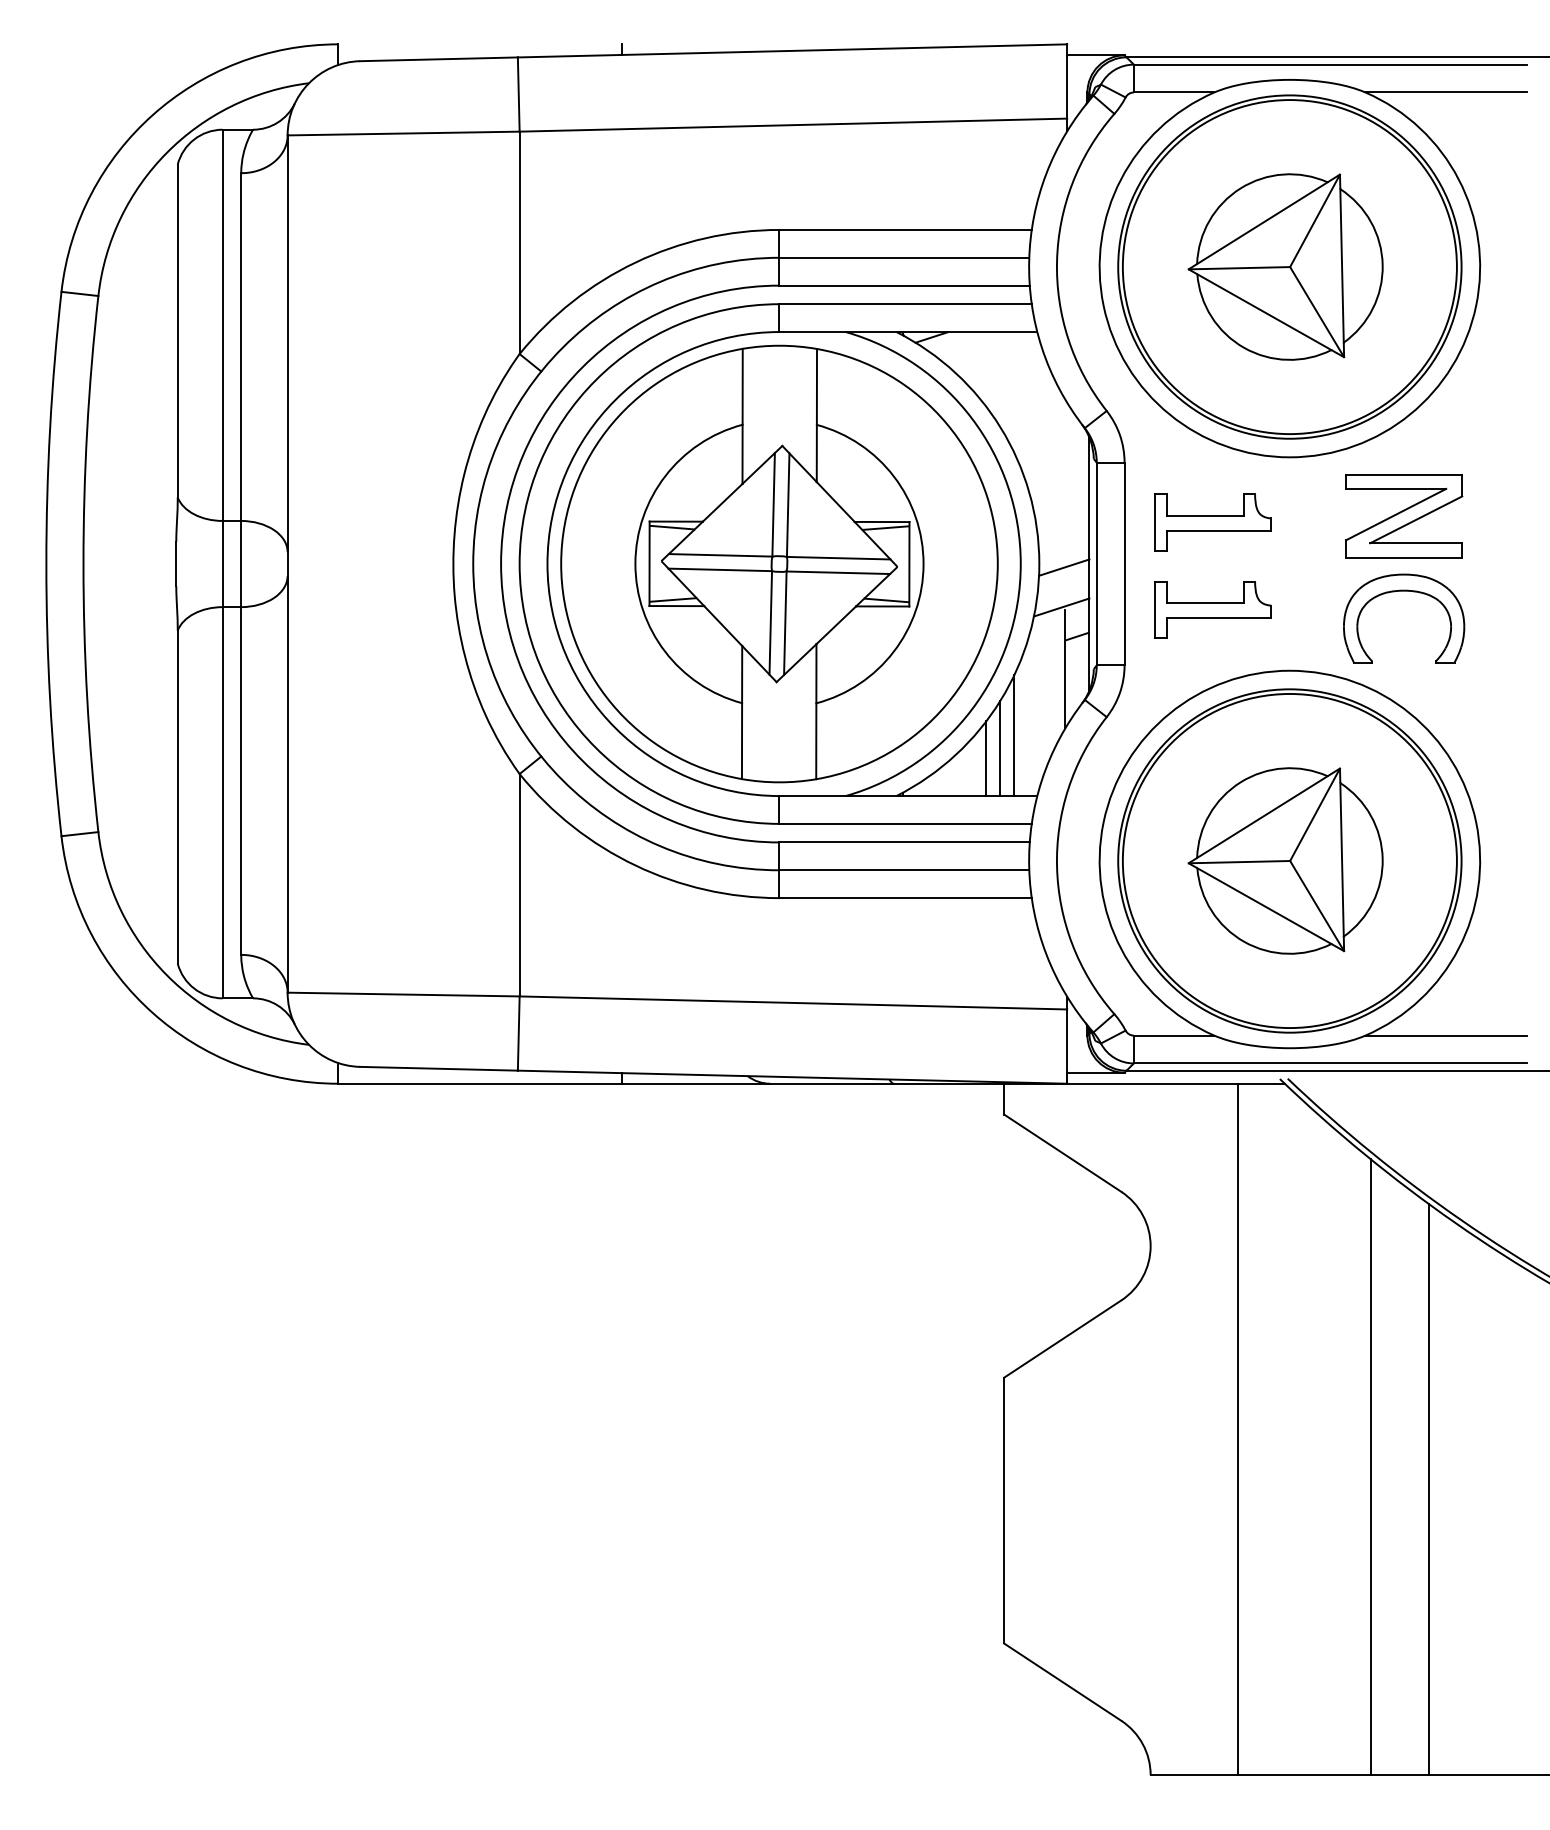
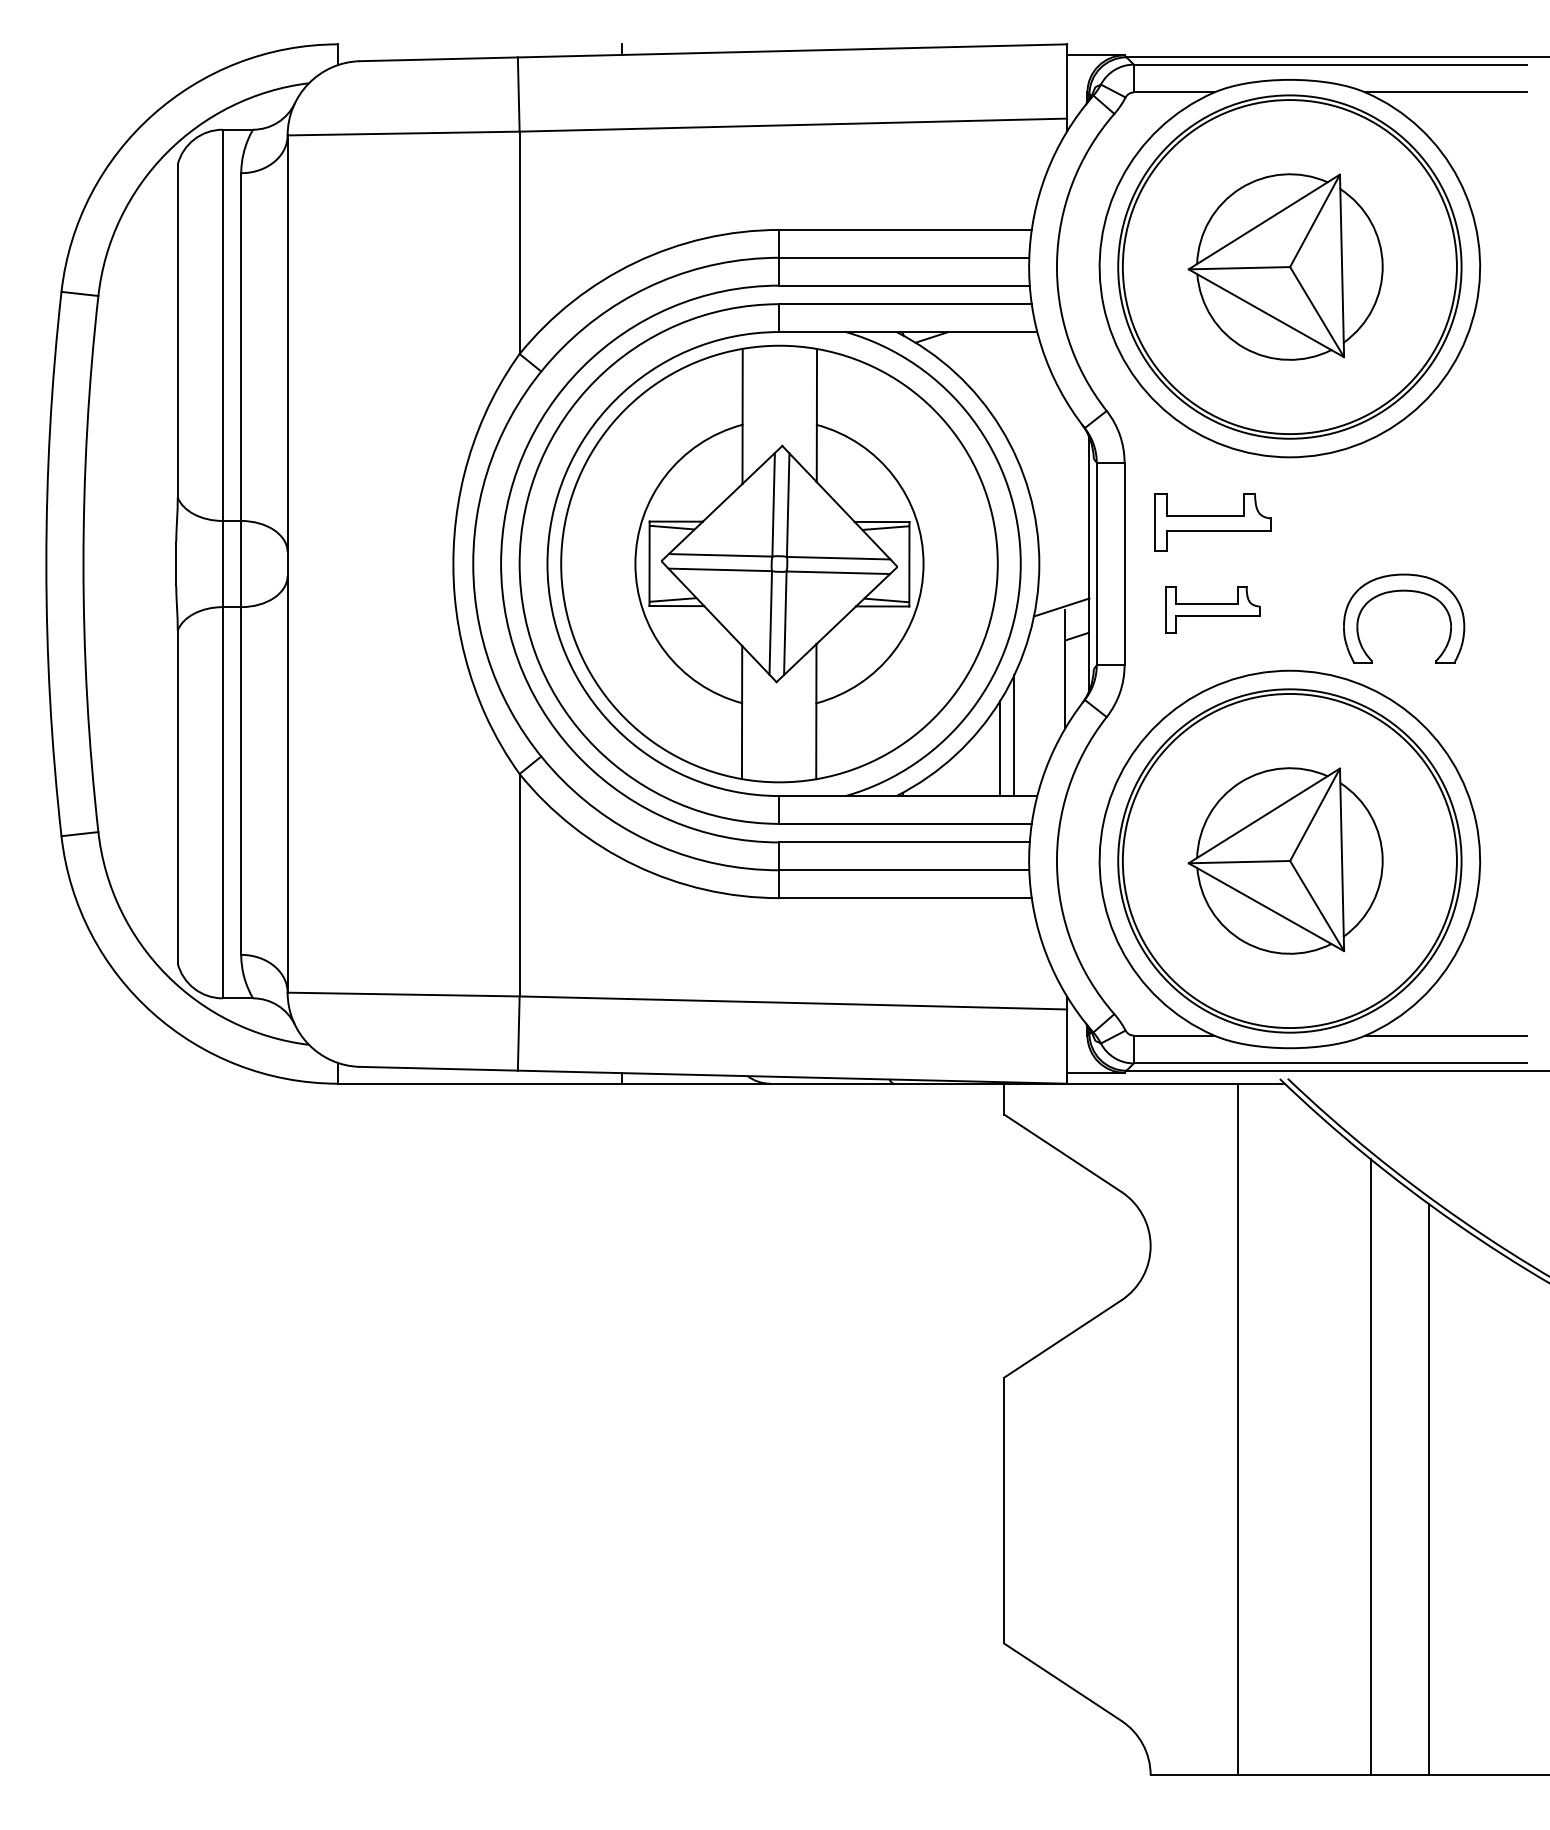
part at (1404, 516): present -> none
line at (1064, 567): present -> none
part at (1212, 609) size: 118x58 px -> 96x48 px
line at (986, 758): present -> none
